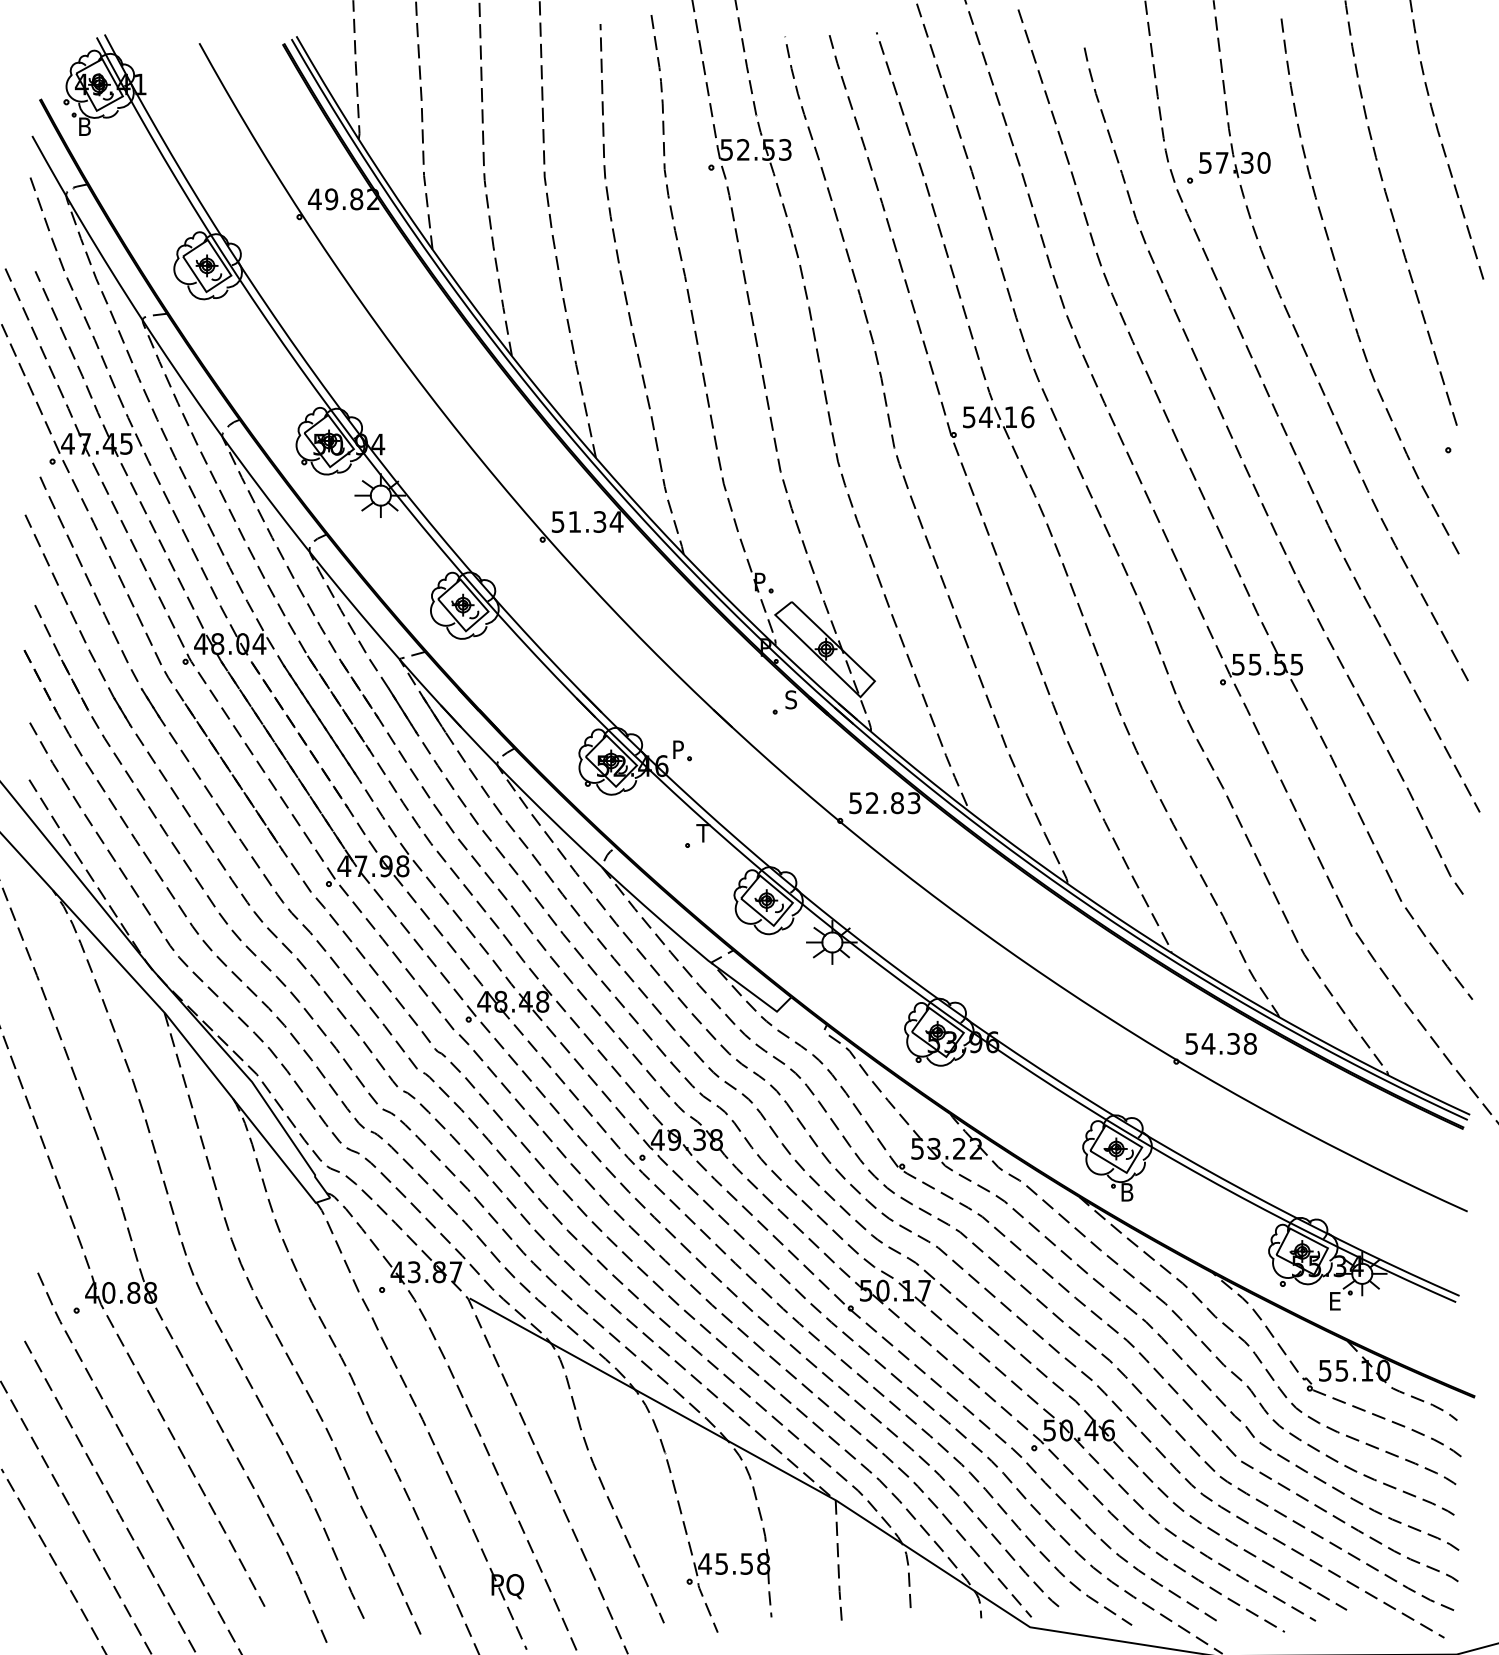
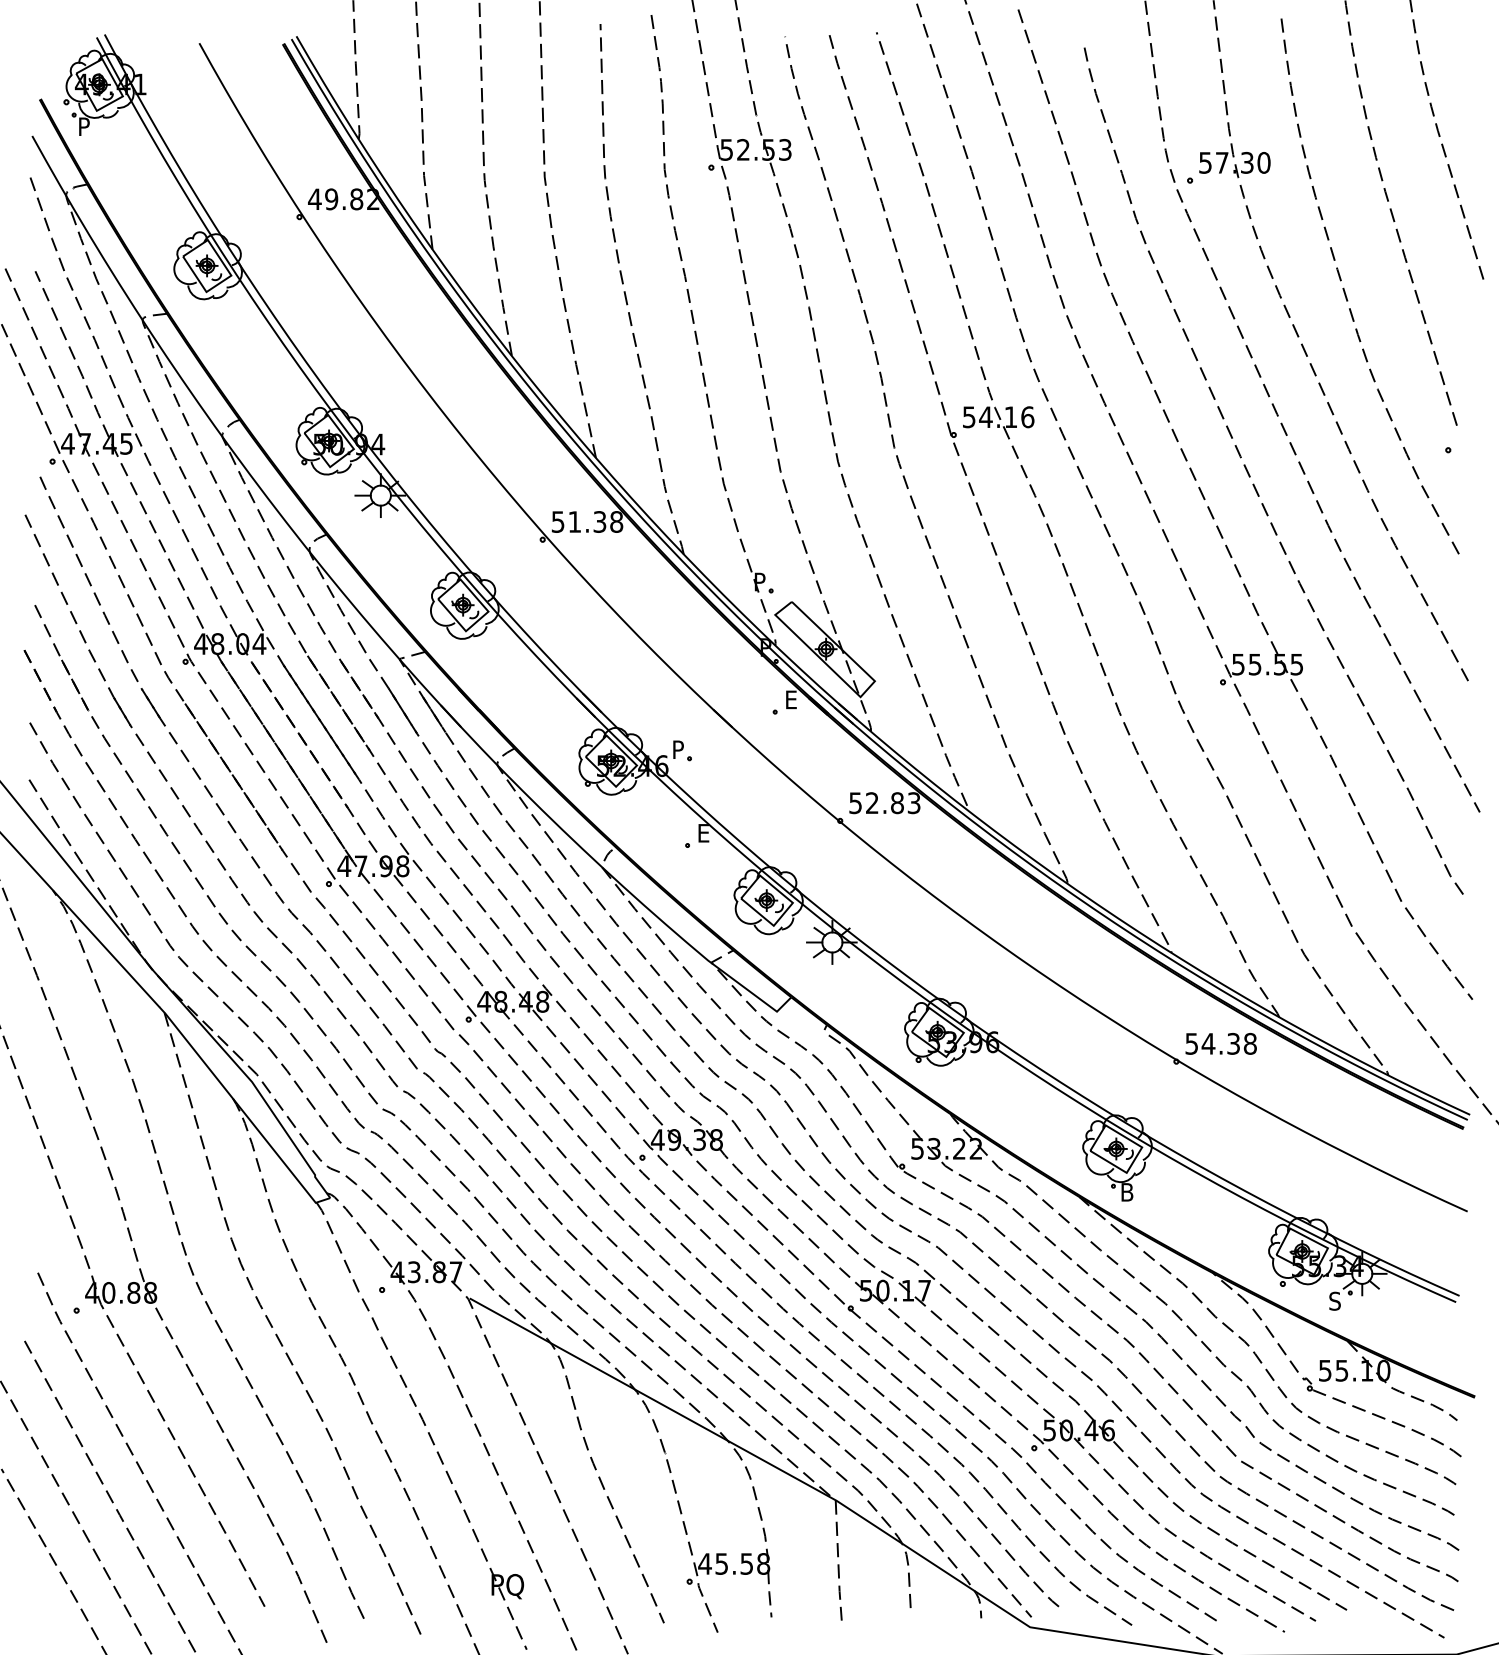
text at (85, 126): B -> P
text at (616, 521): 51.34 -> 51.38
text at (790, 699): S -> E
text at (703, 833): T -> E
text at (1334, 1300): E -> S
